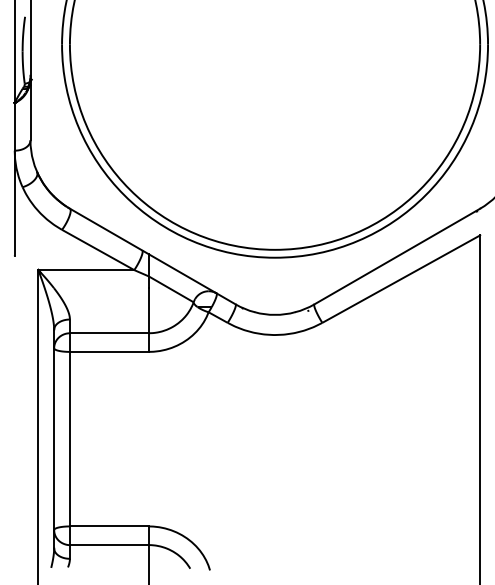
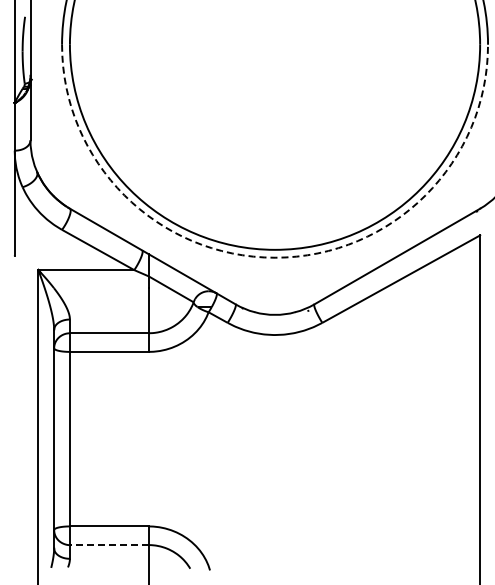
arc at (275, 257): solid -> dashed
line at (108, 545): solid -> dashed
